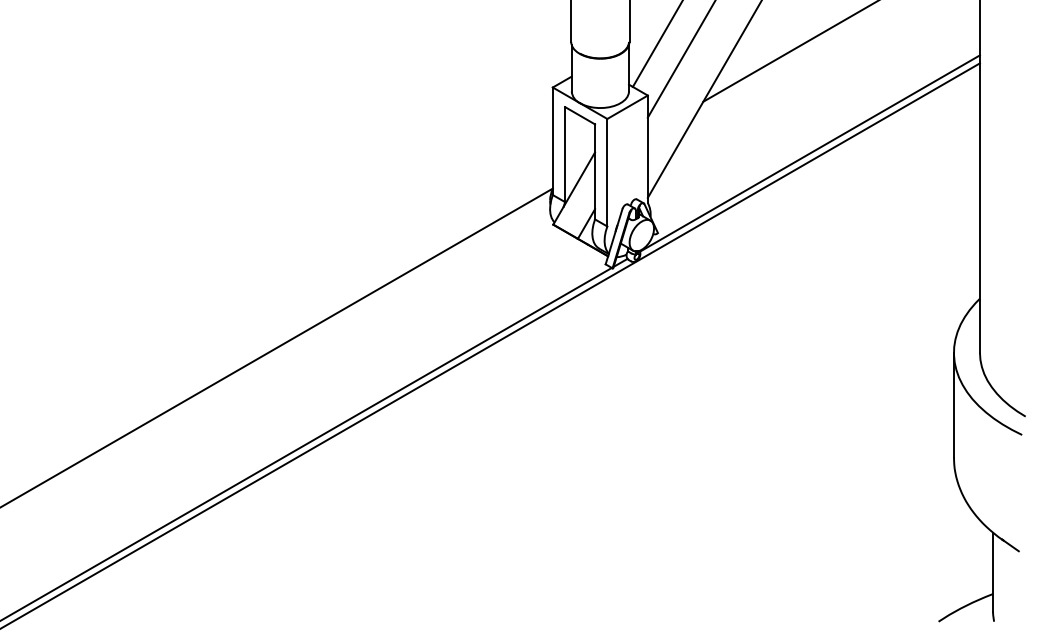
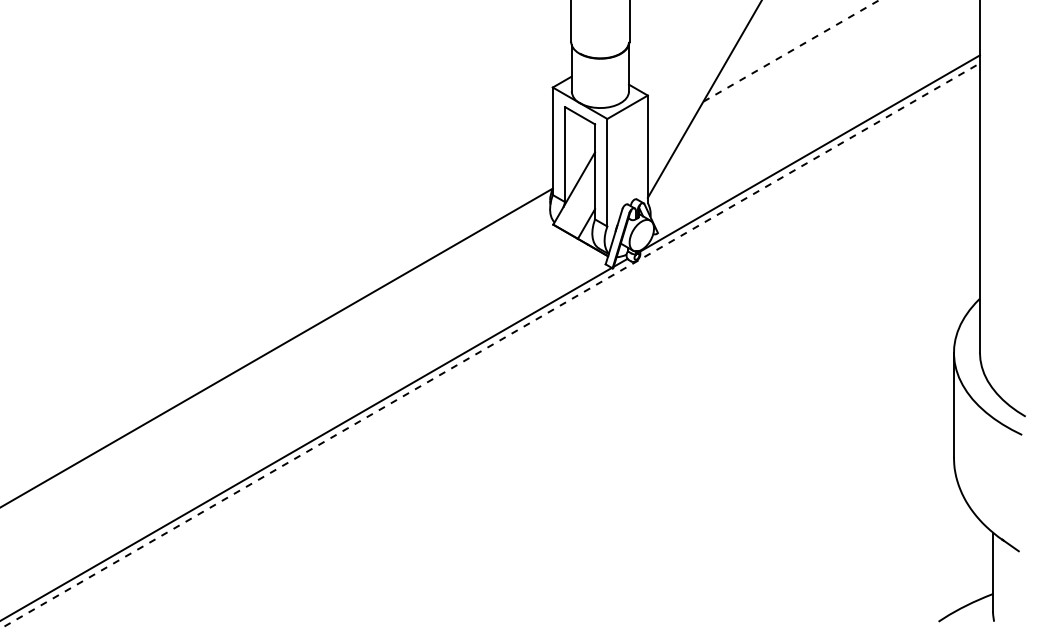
line at (656, 44): present -> none
line at (791, 50): solid -> dashed
line at (680, 59): present -> none
line at (490, 345): solid -> dashed
